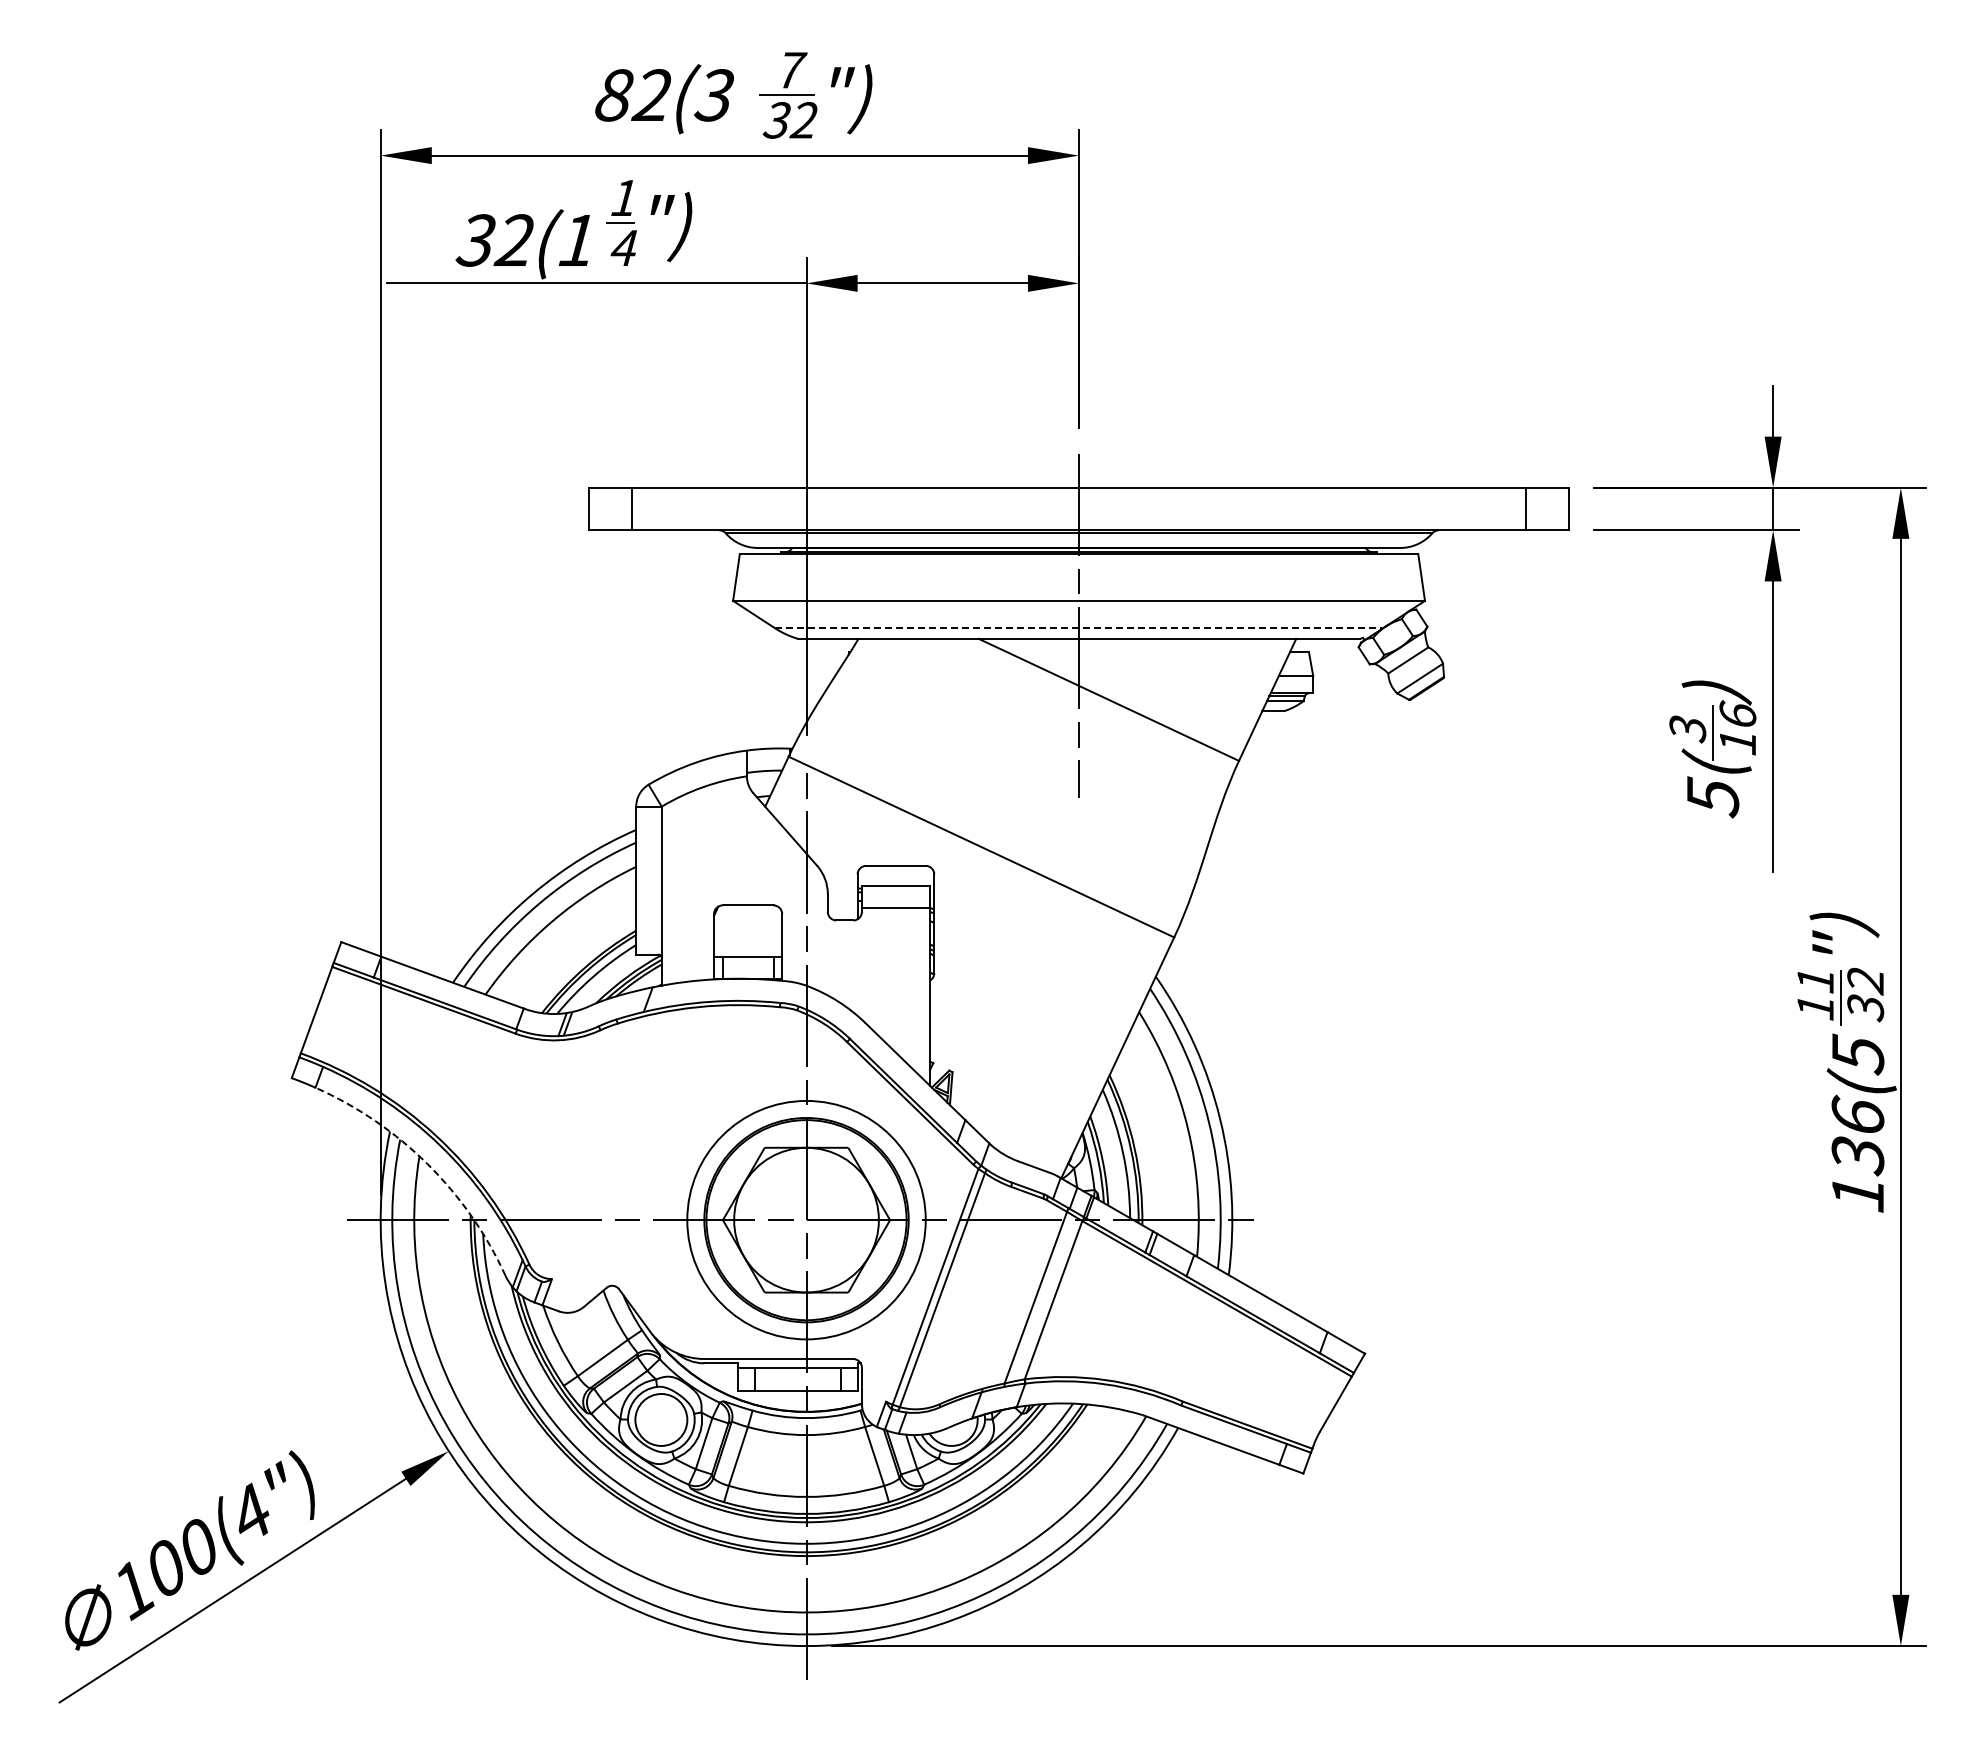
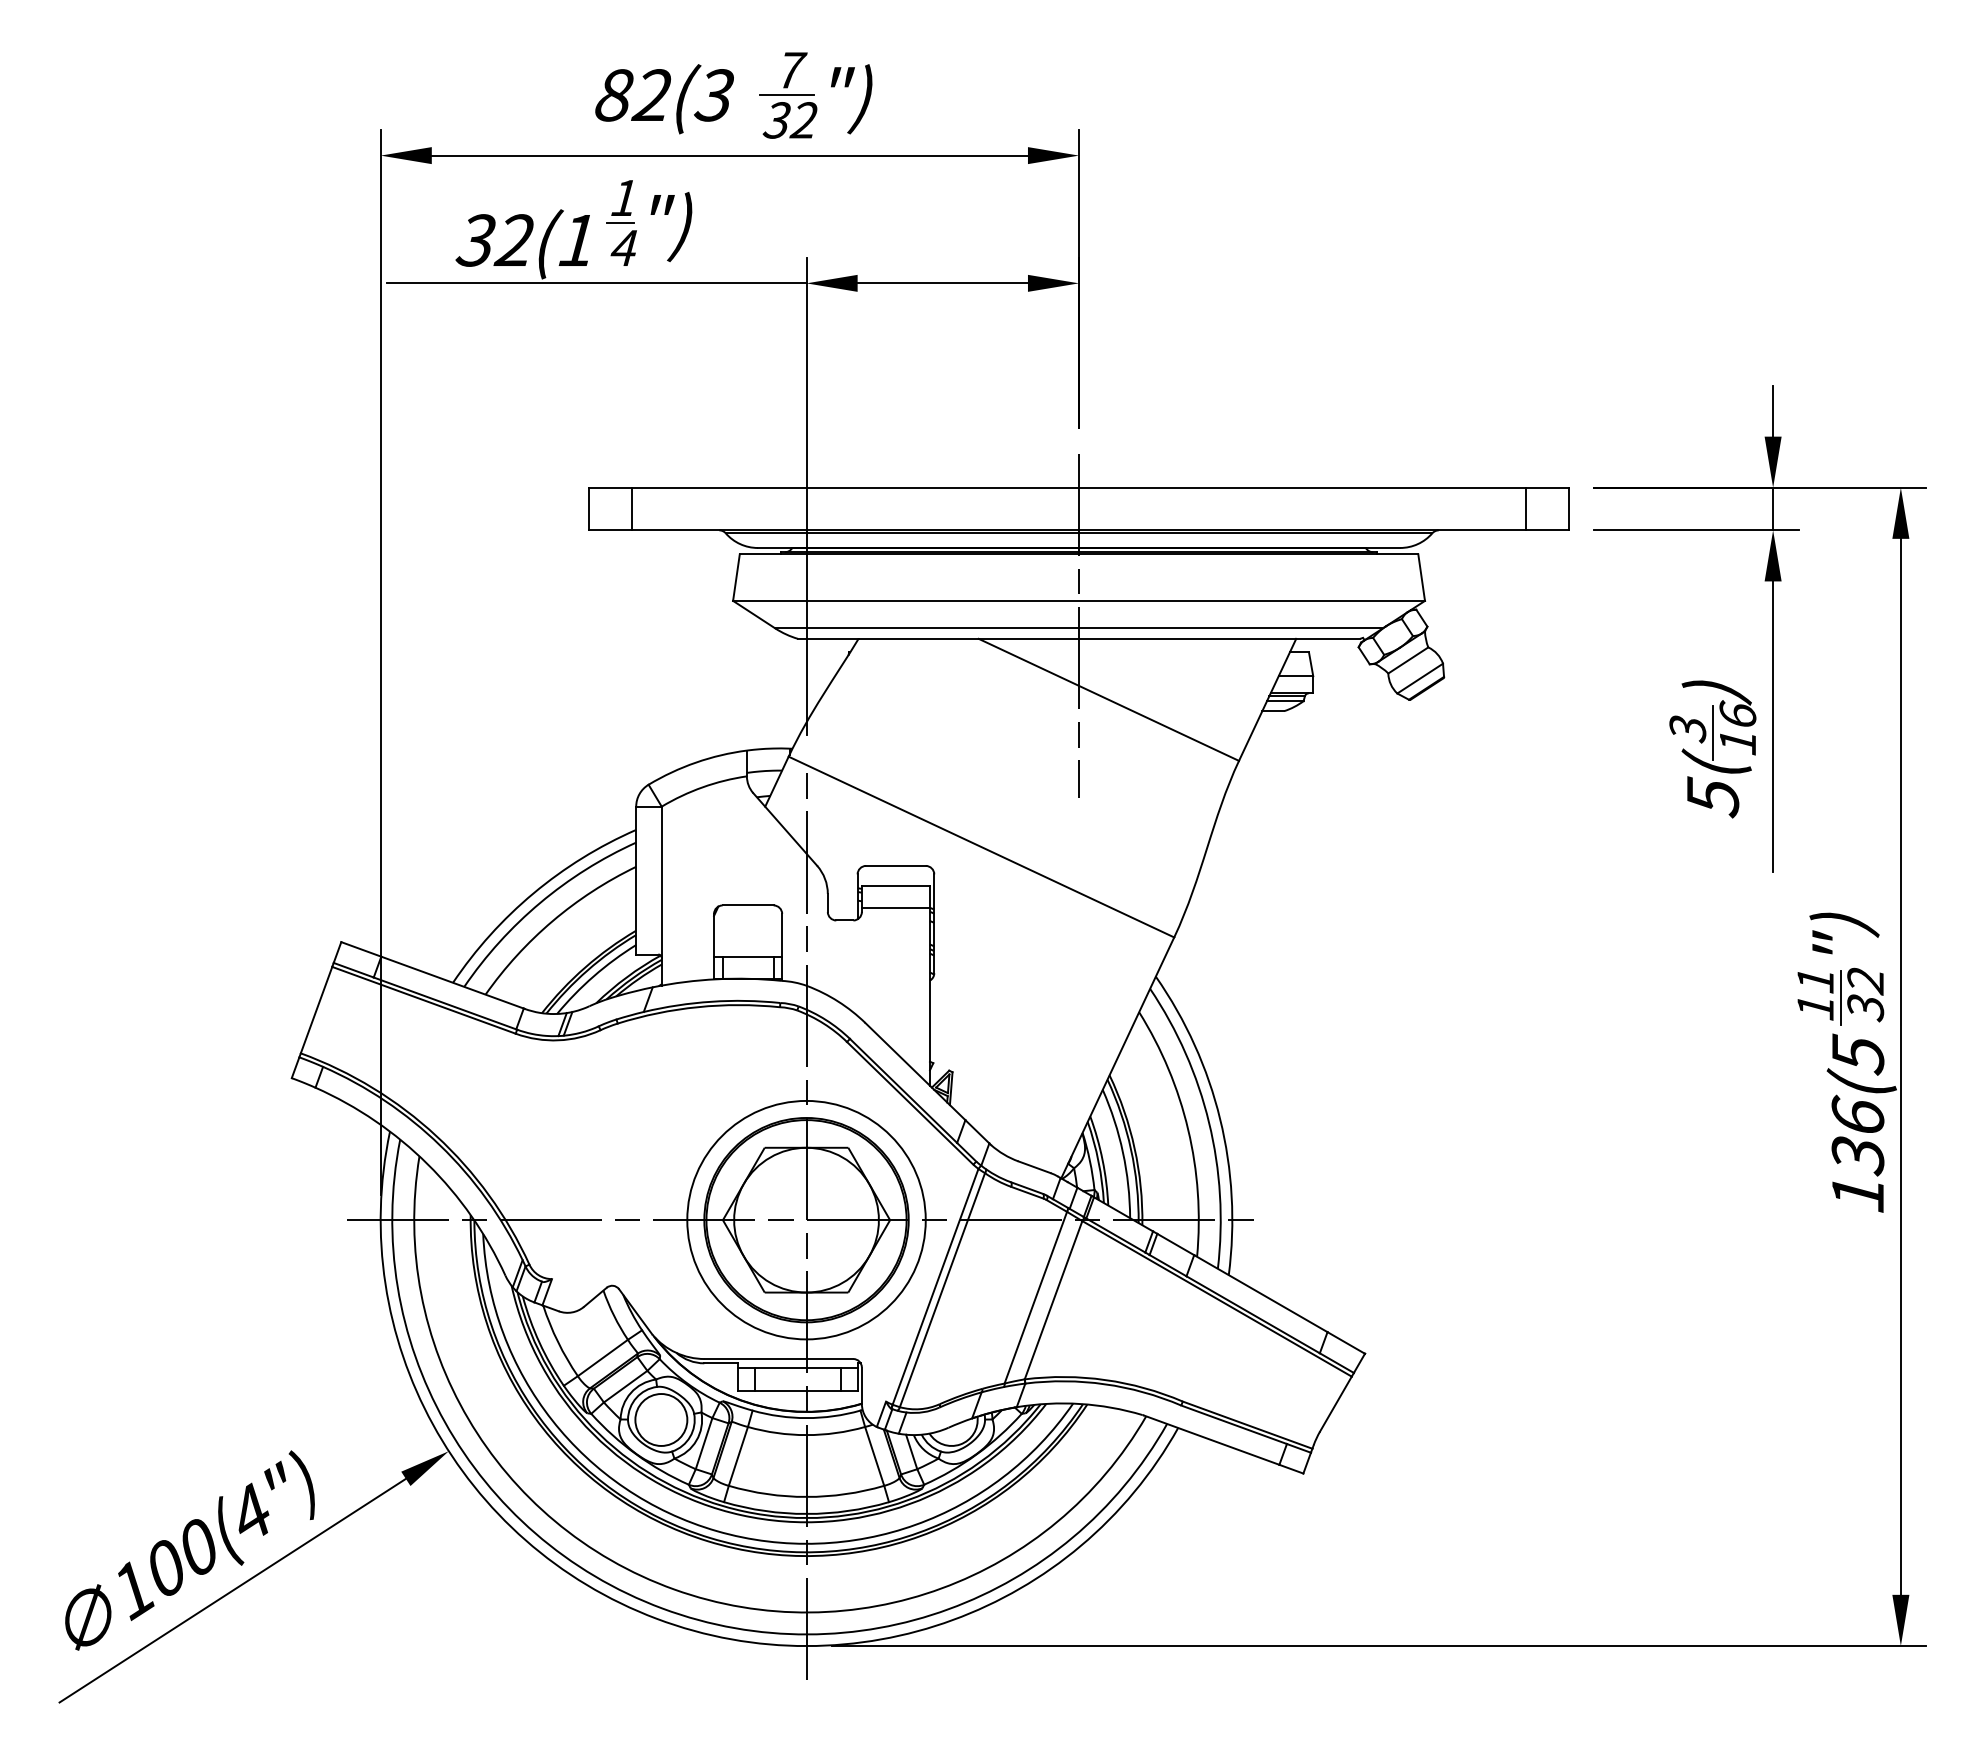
line at (1079, 628): dashed -> solid
arc at (427, 1164): dashed -> solid
